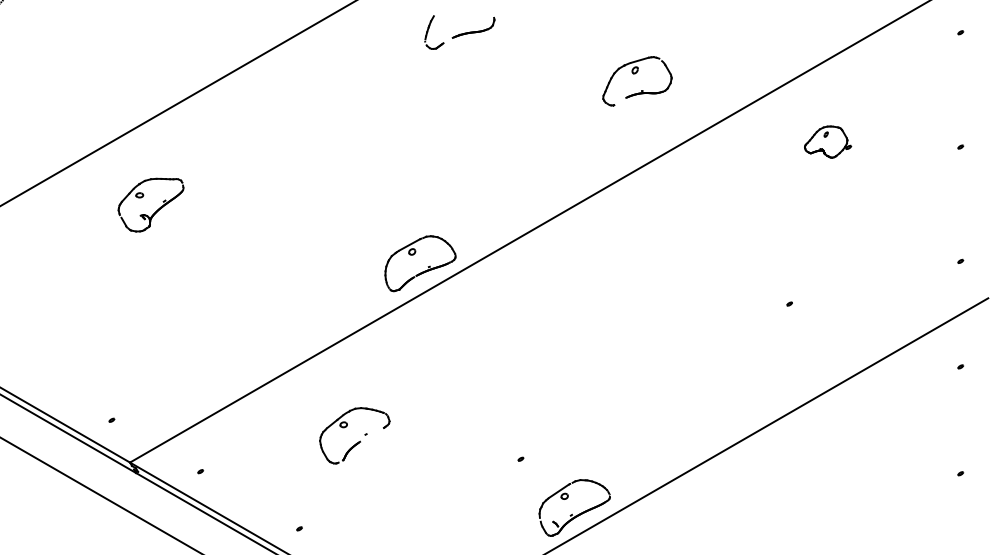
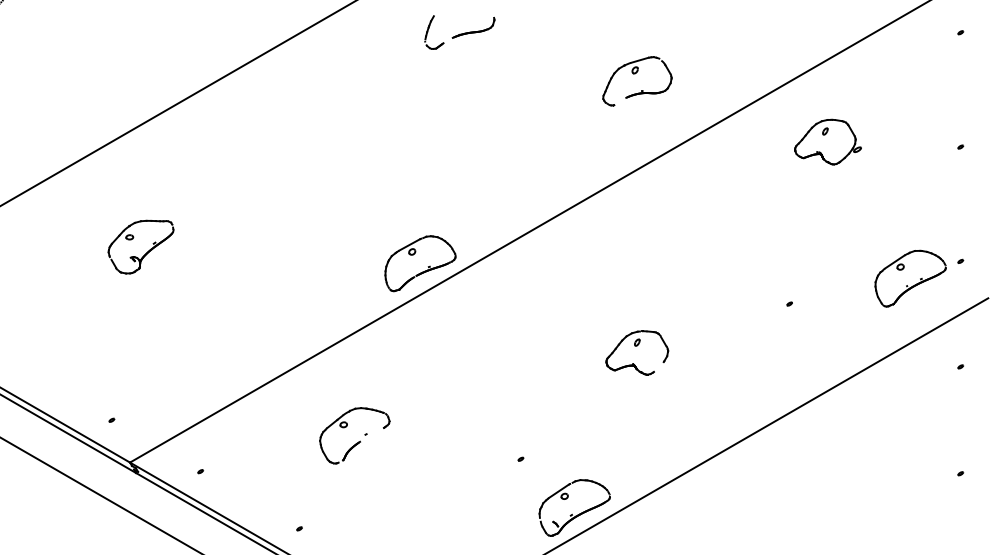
part at (828, 141) size: 49x34 px -> 68x48 px
part at (150, 204) position: (150, 204) -> (140, 246)
part at (910, 278): none -> present
part at (637, 352): none -> present
